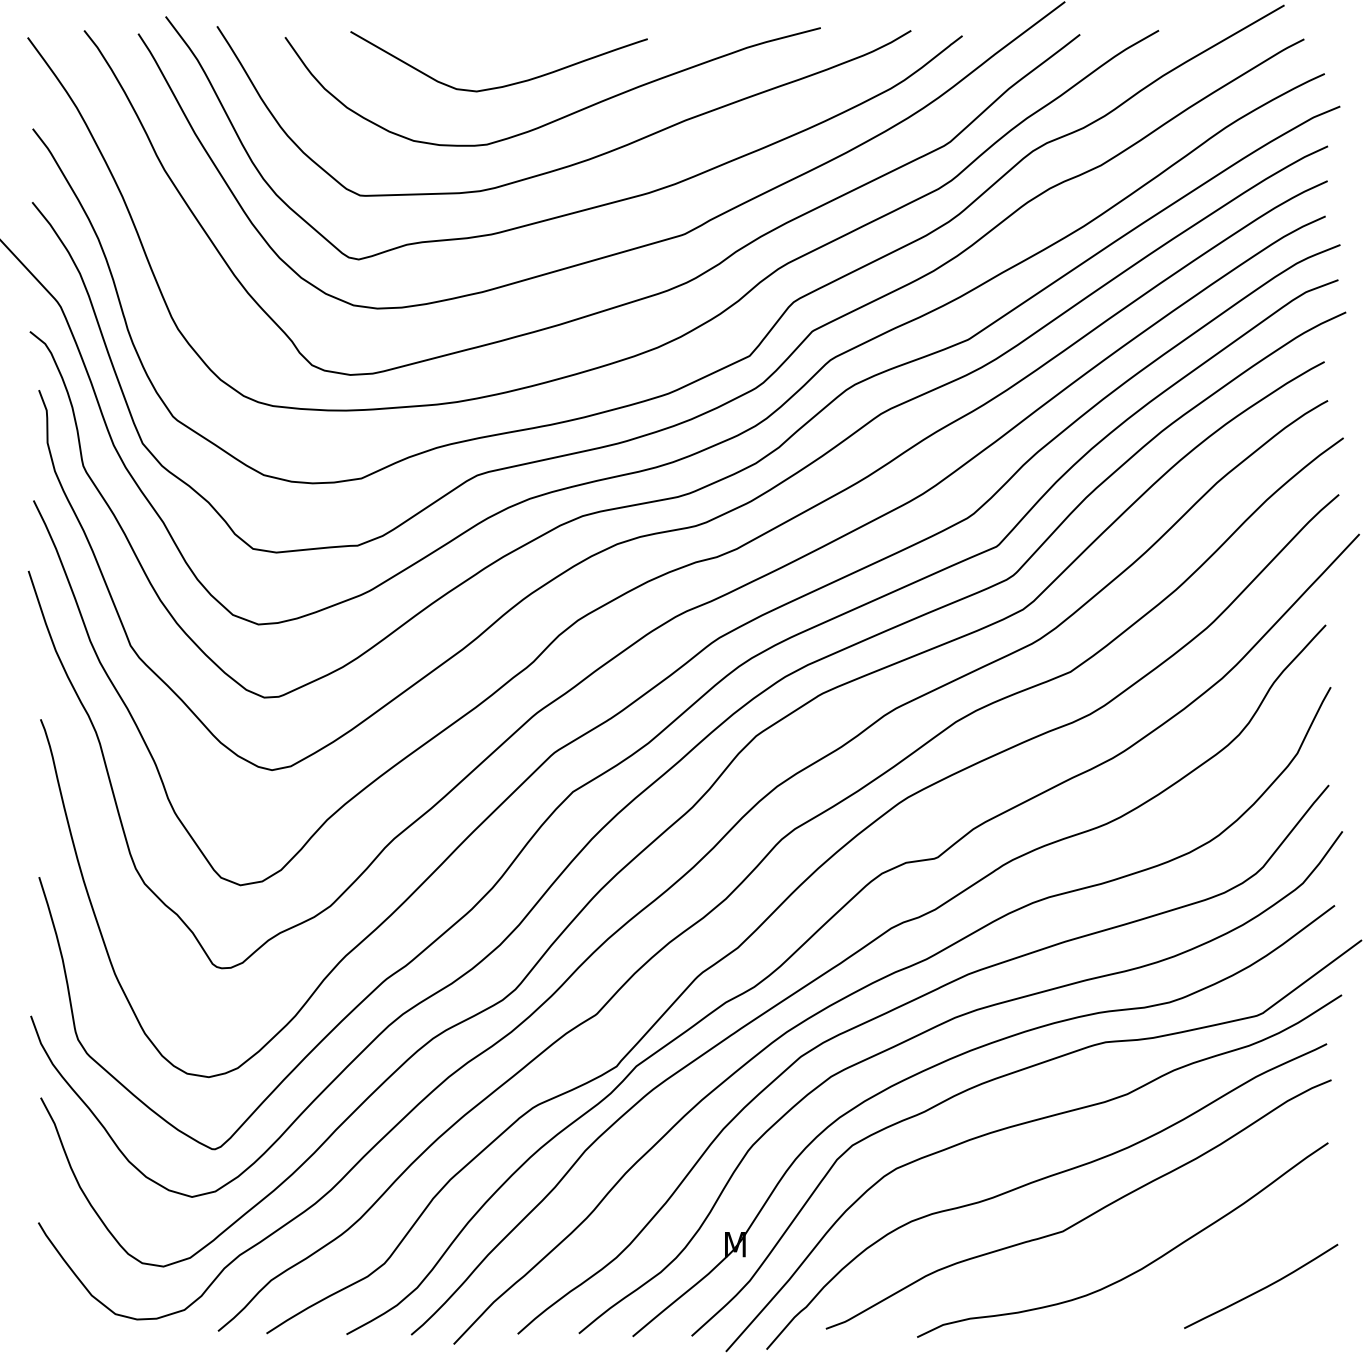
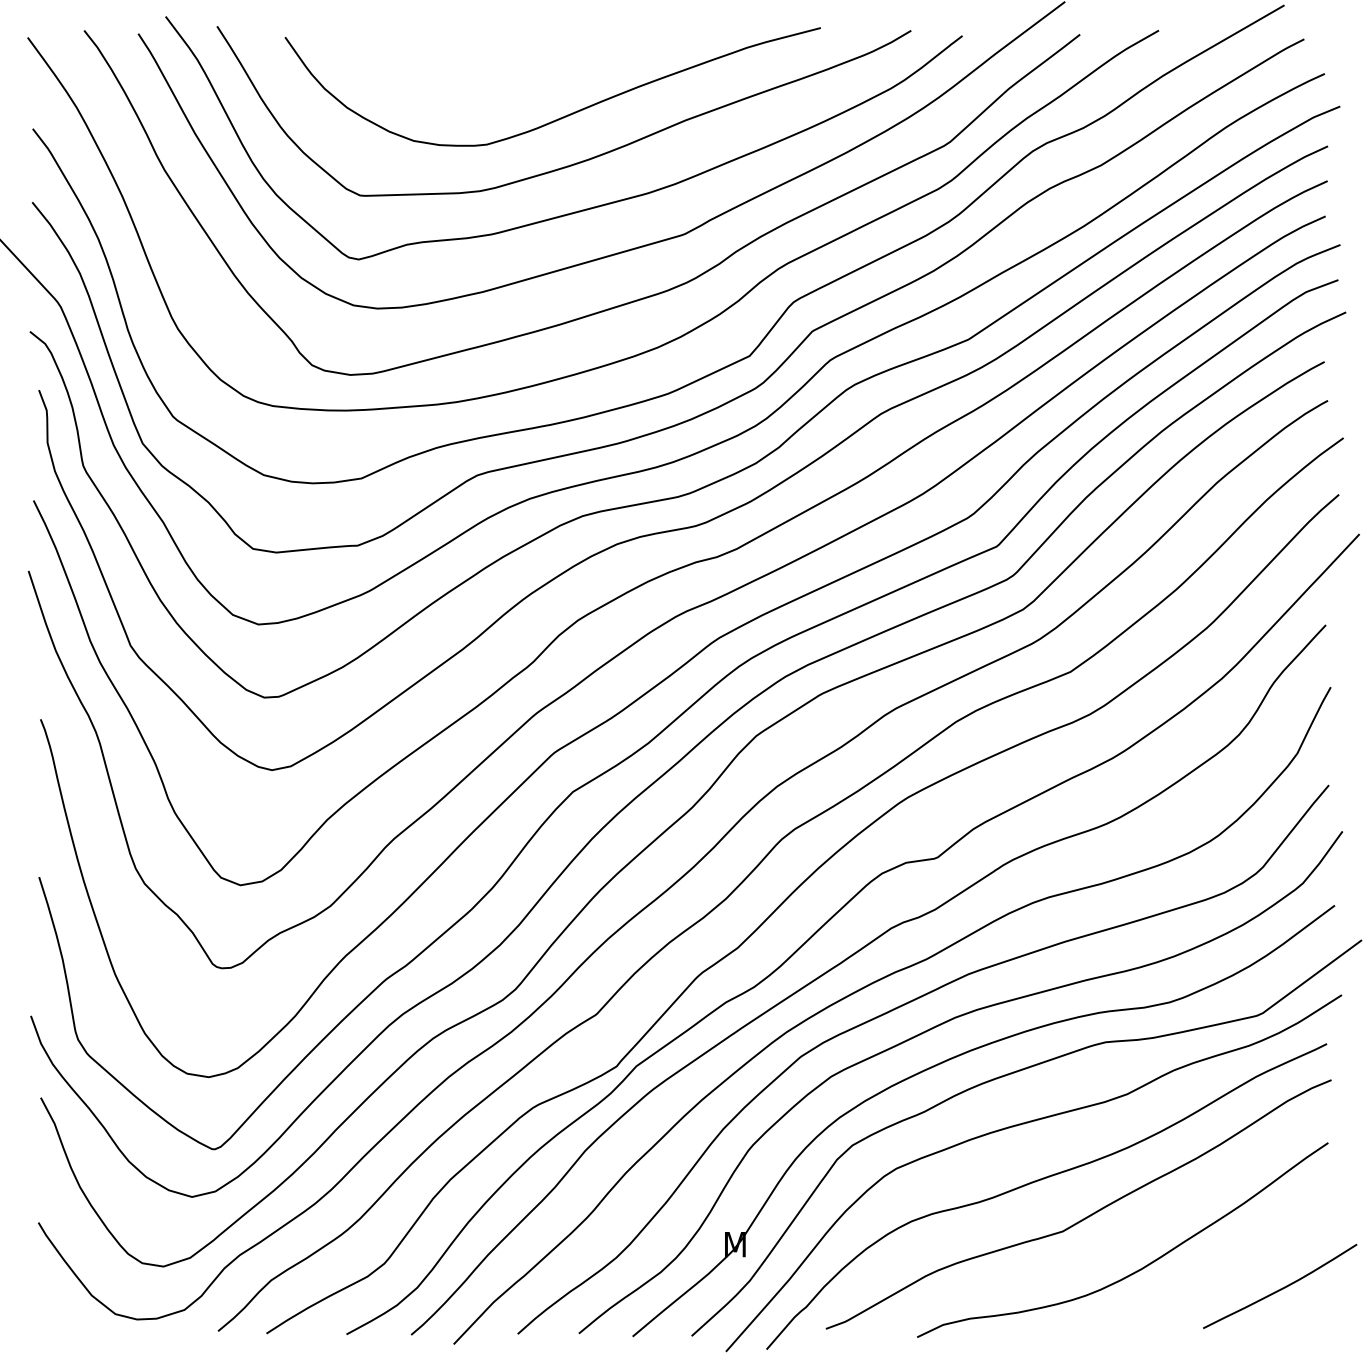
curve at (503, 85): present -> none
curve at (1263, 1287) position: (1263, 1287) -> (1282, 1287)
